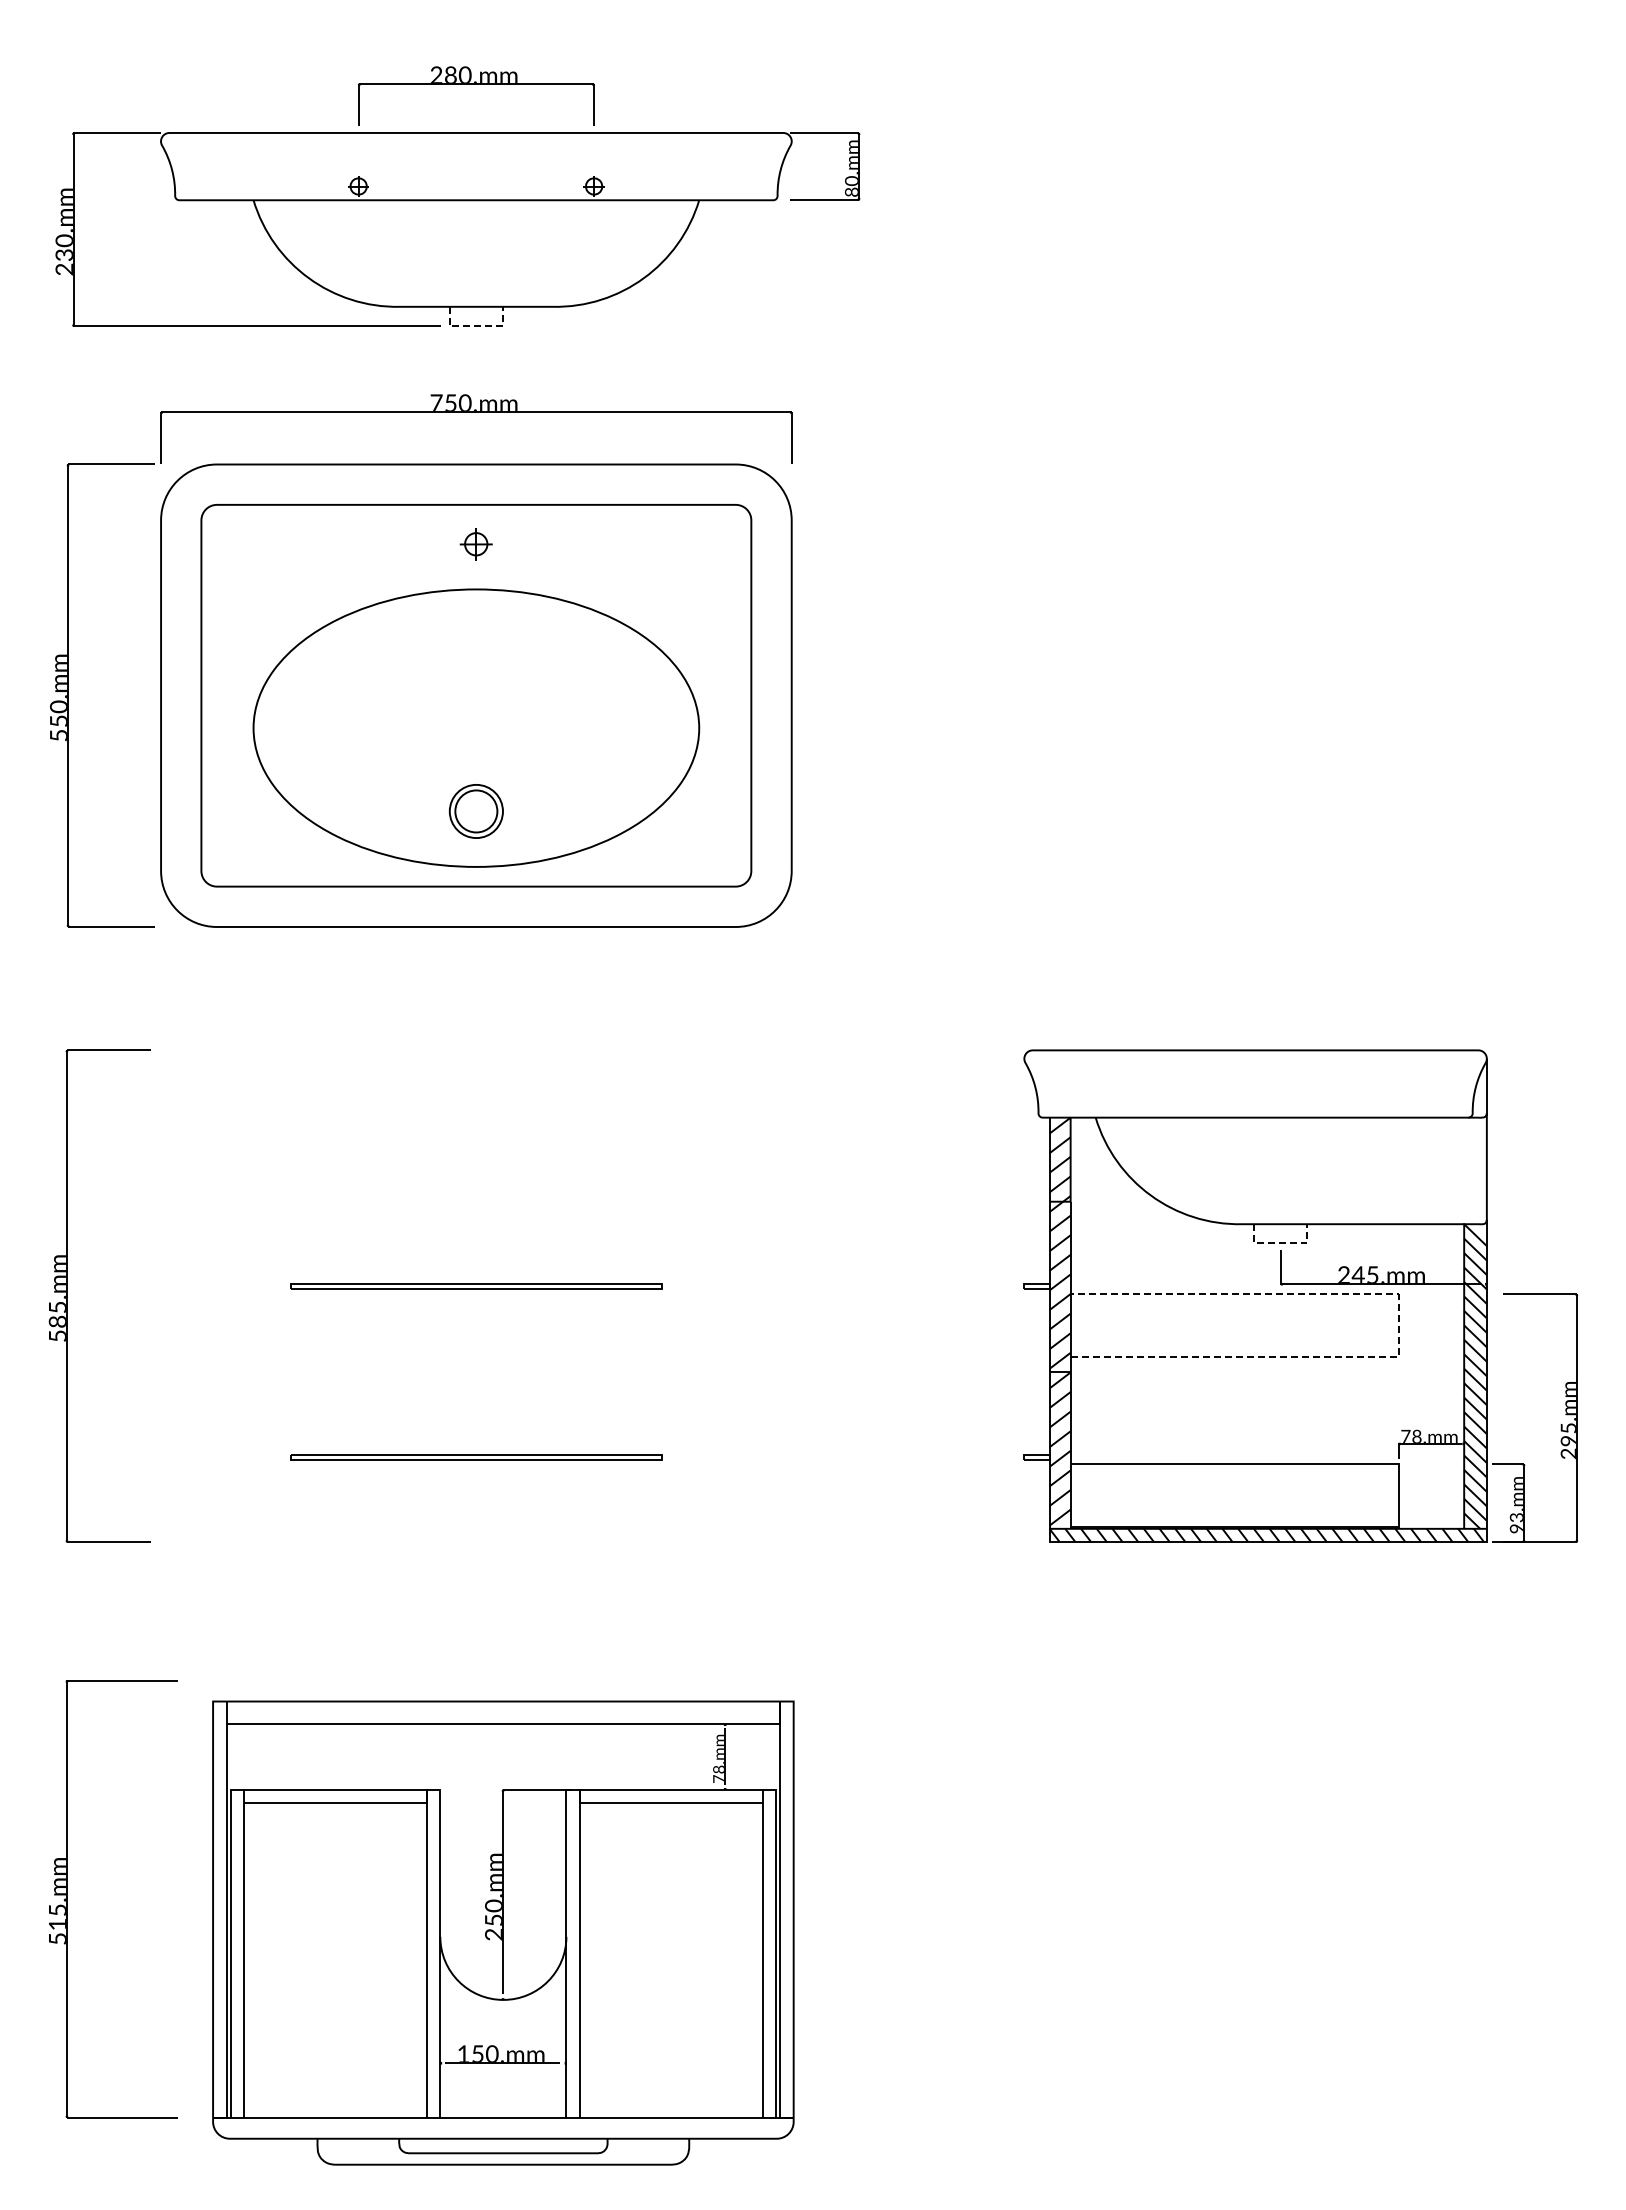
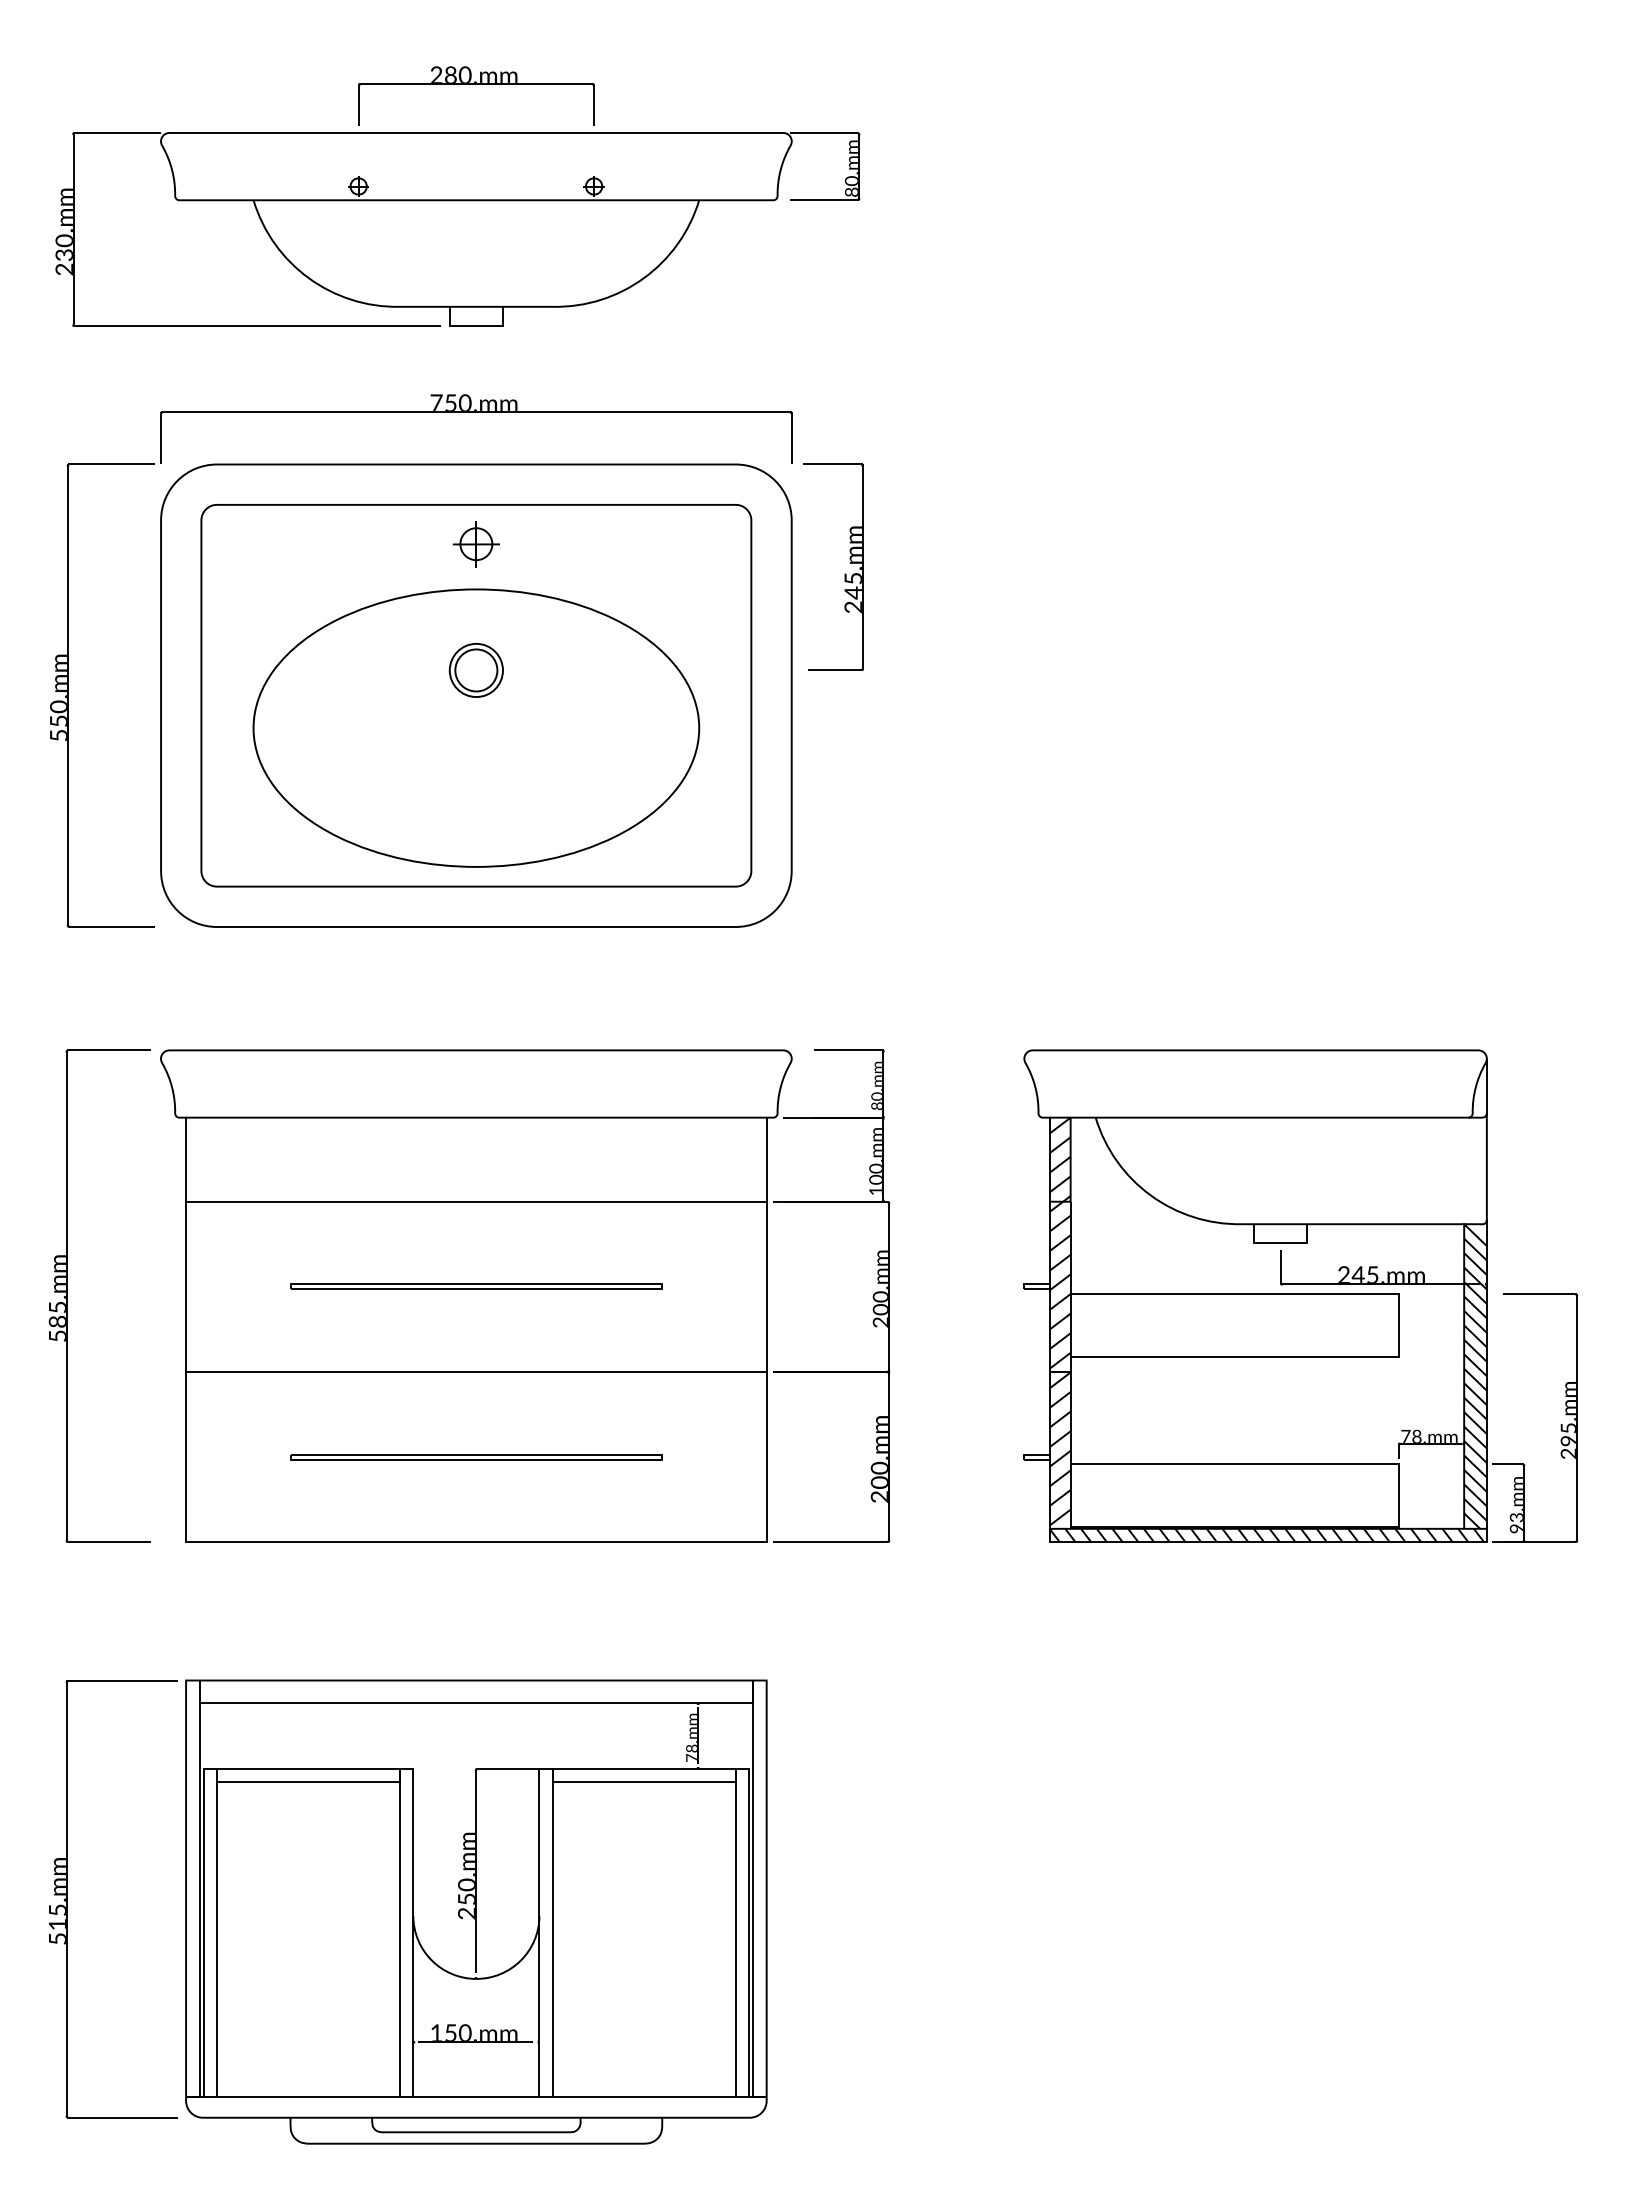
line at (476, 326): dashed -> solid
part at (475, 544) size: 34x33 px -> 48x47 px
part at (844, 573): none -> present
part at (475, 811) position: (475, 811) -> (475, 670)
line at (1280, 1243): dashed -> solid
part at (525, 1295): none -> present
line at (1398, 1324): dashed -> solid
part at (503, 1932) position: (503, 1932) -> (476, 1911)
